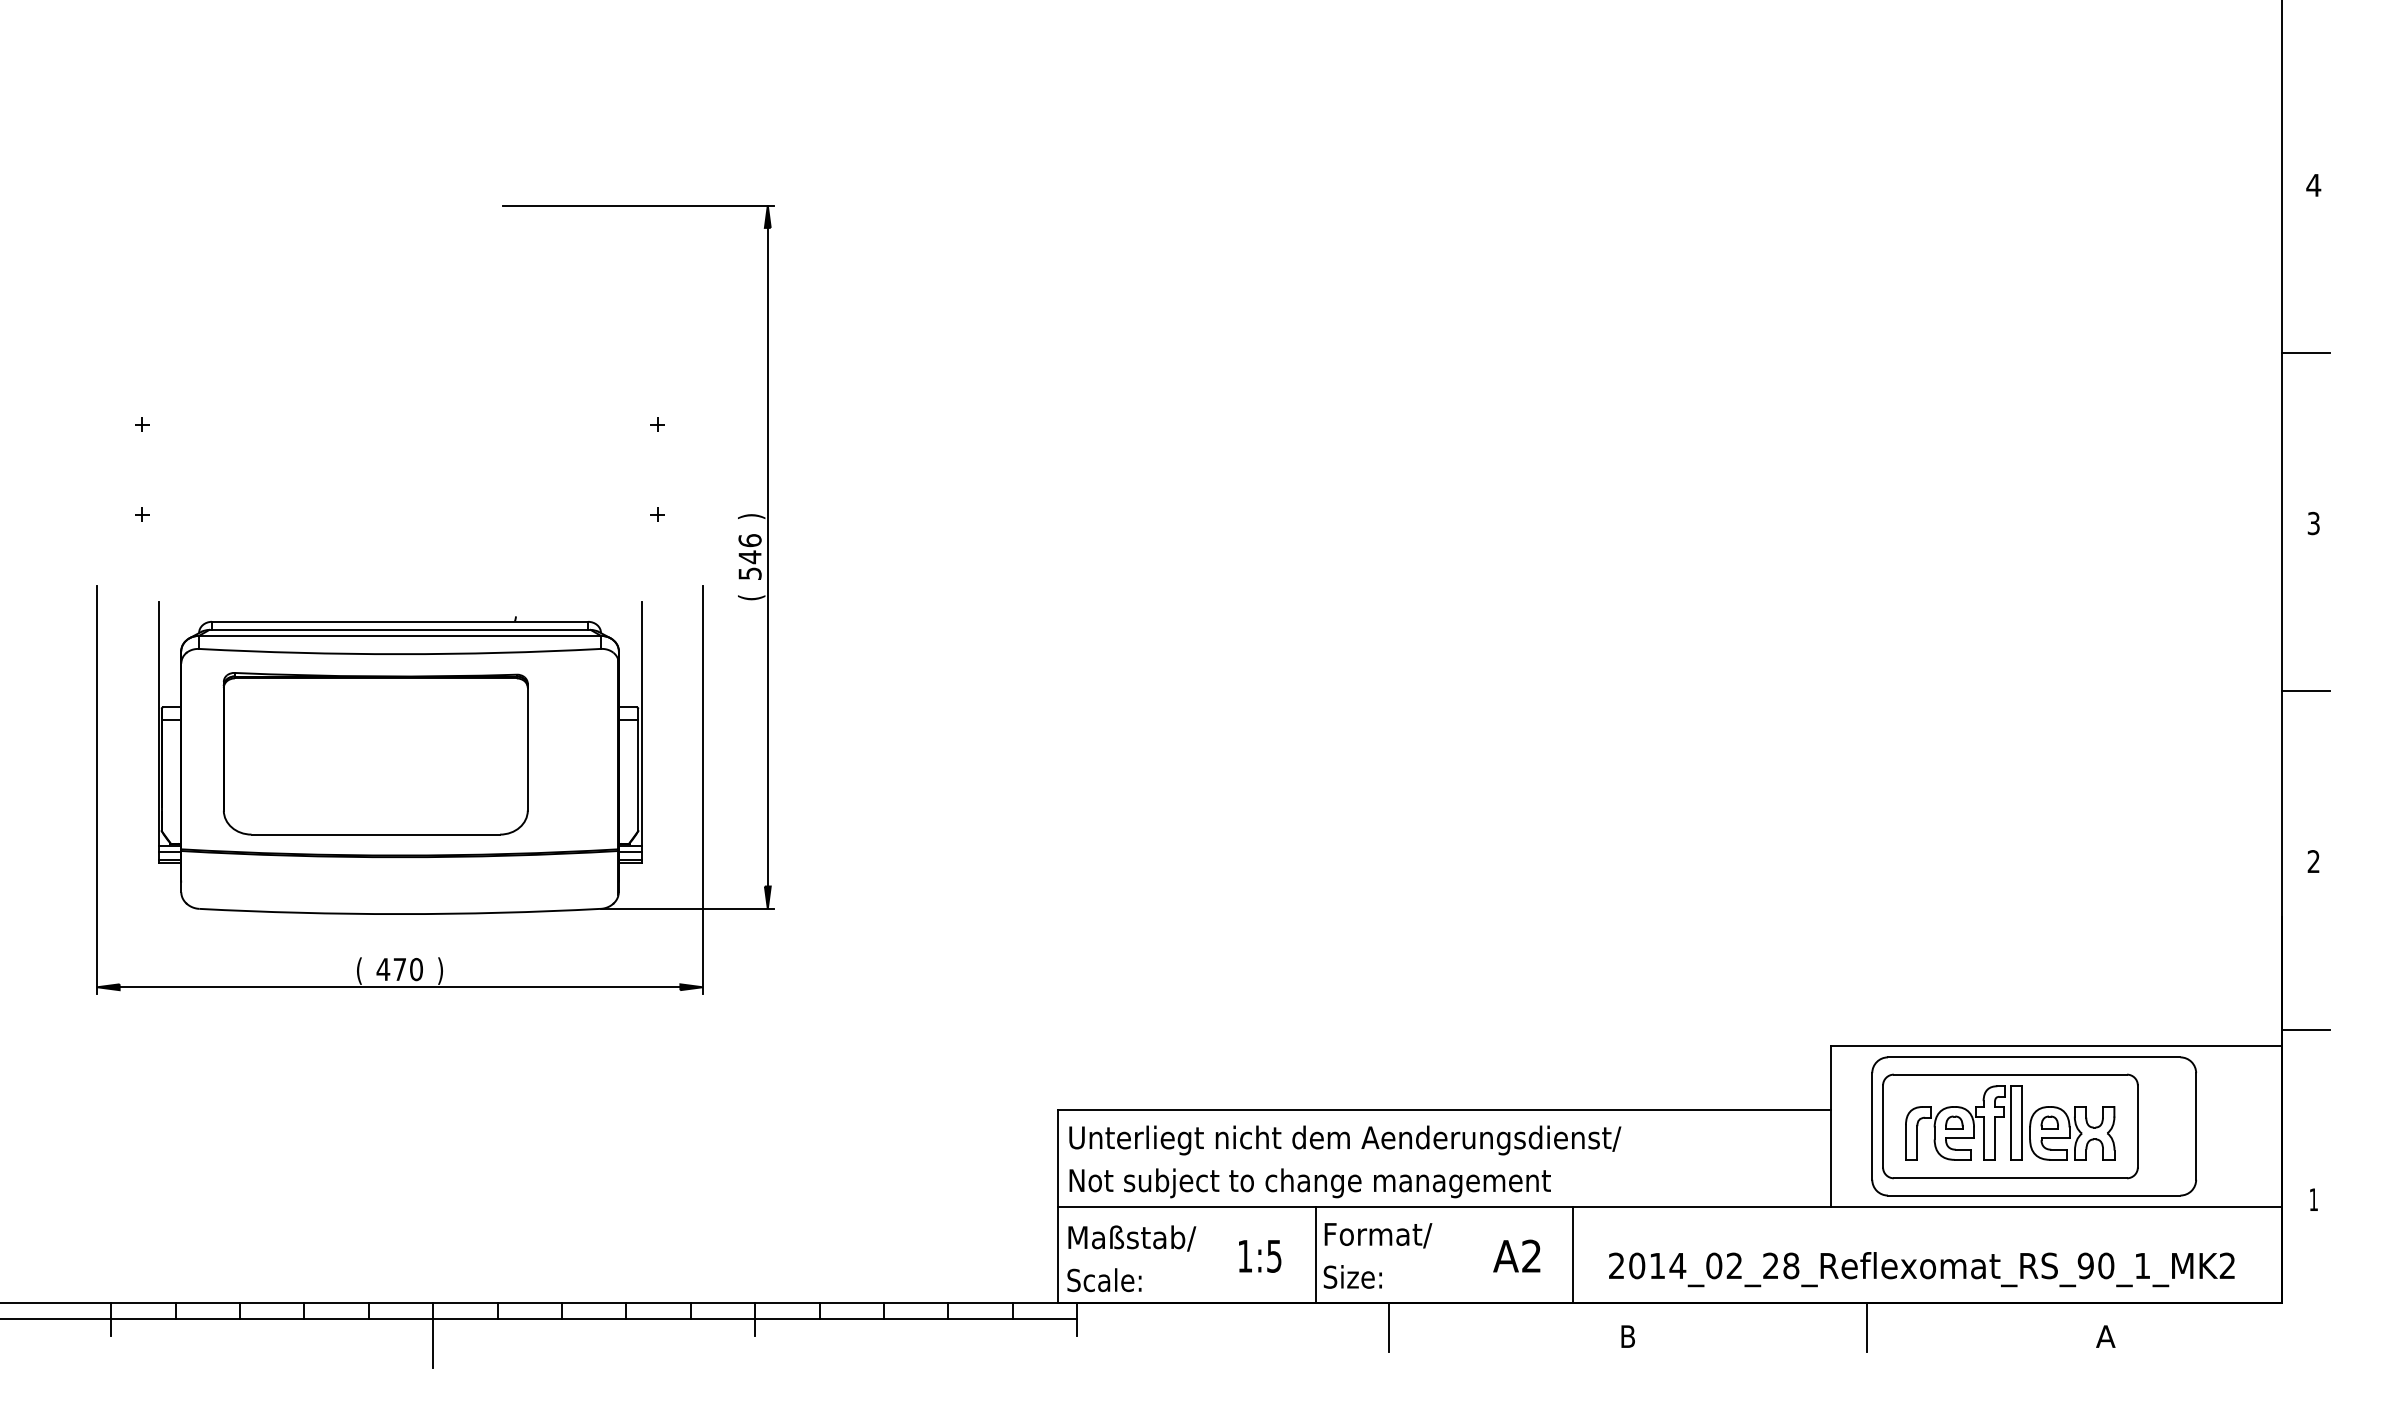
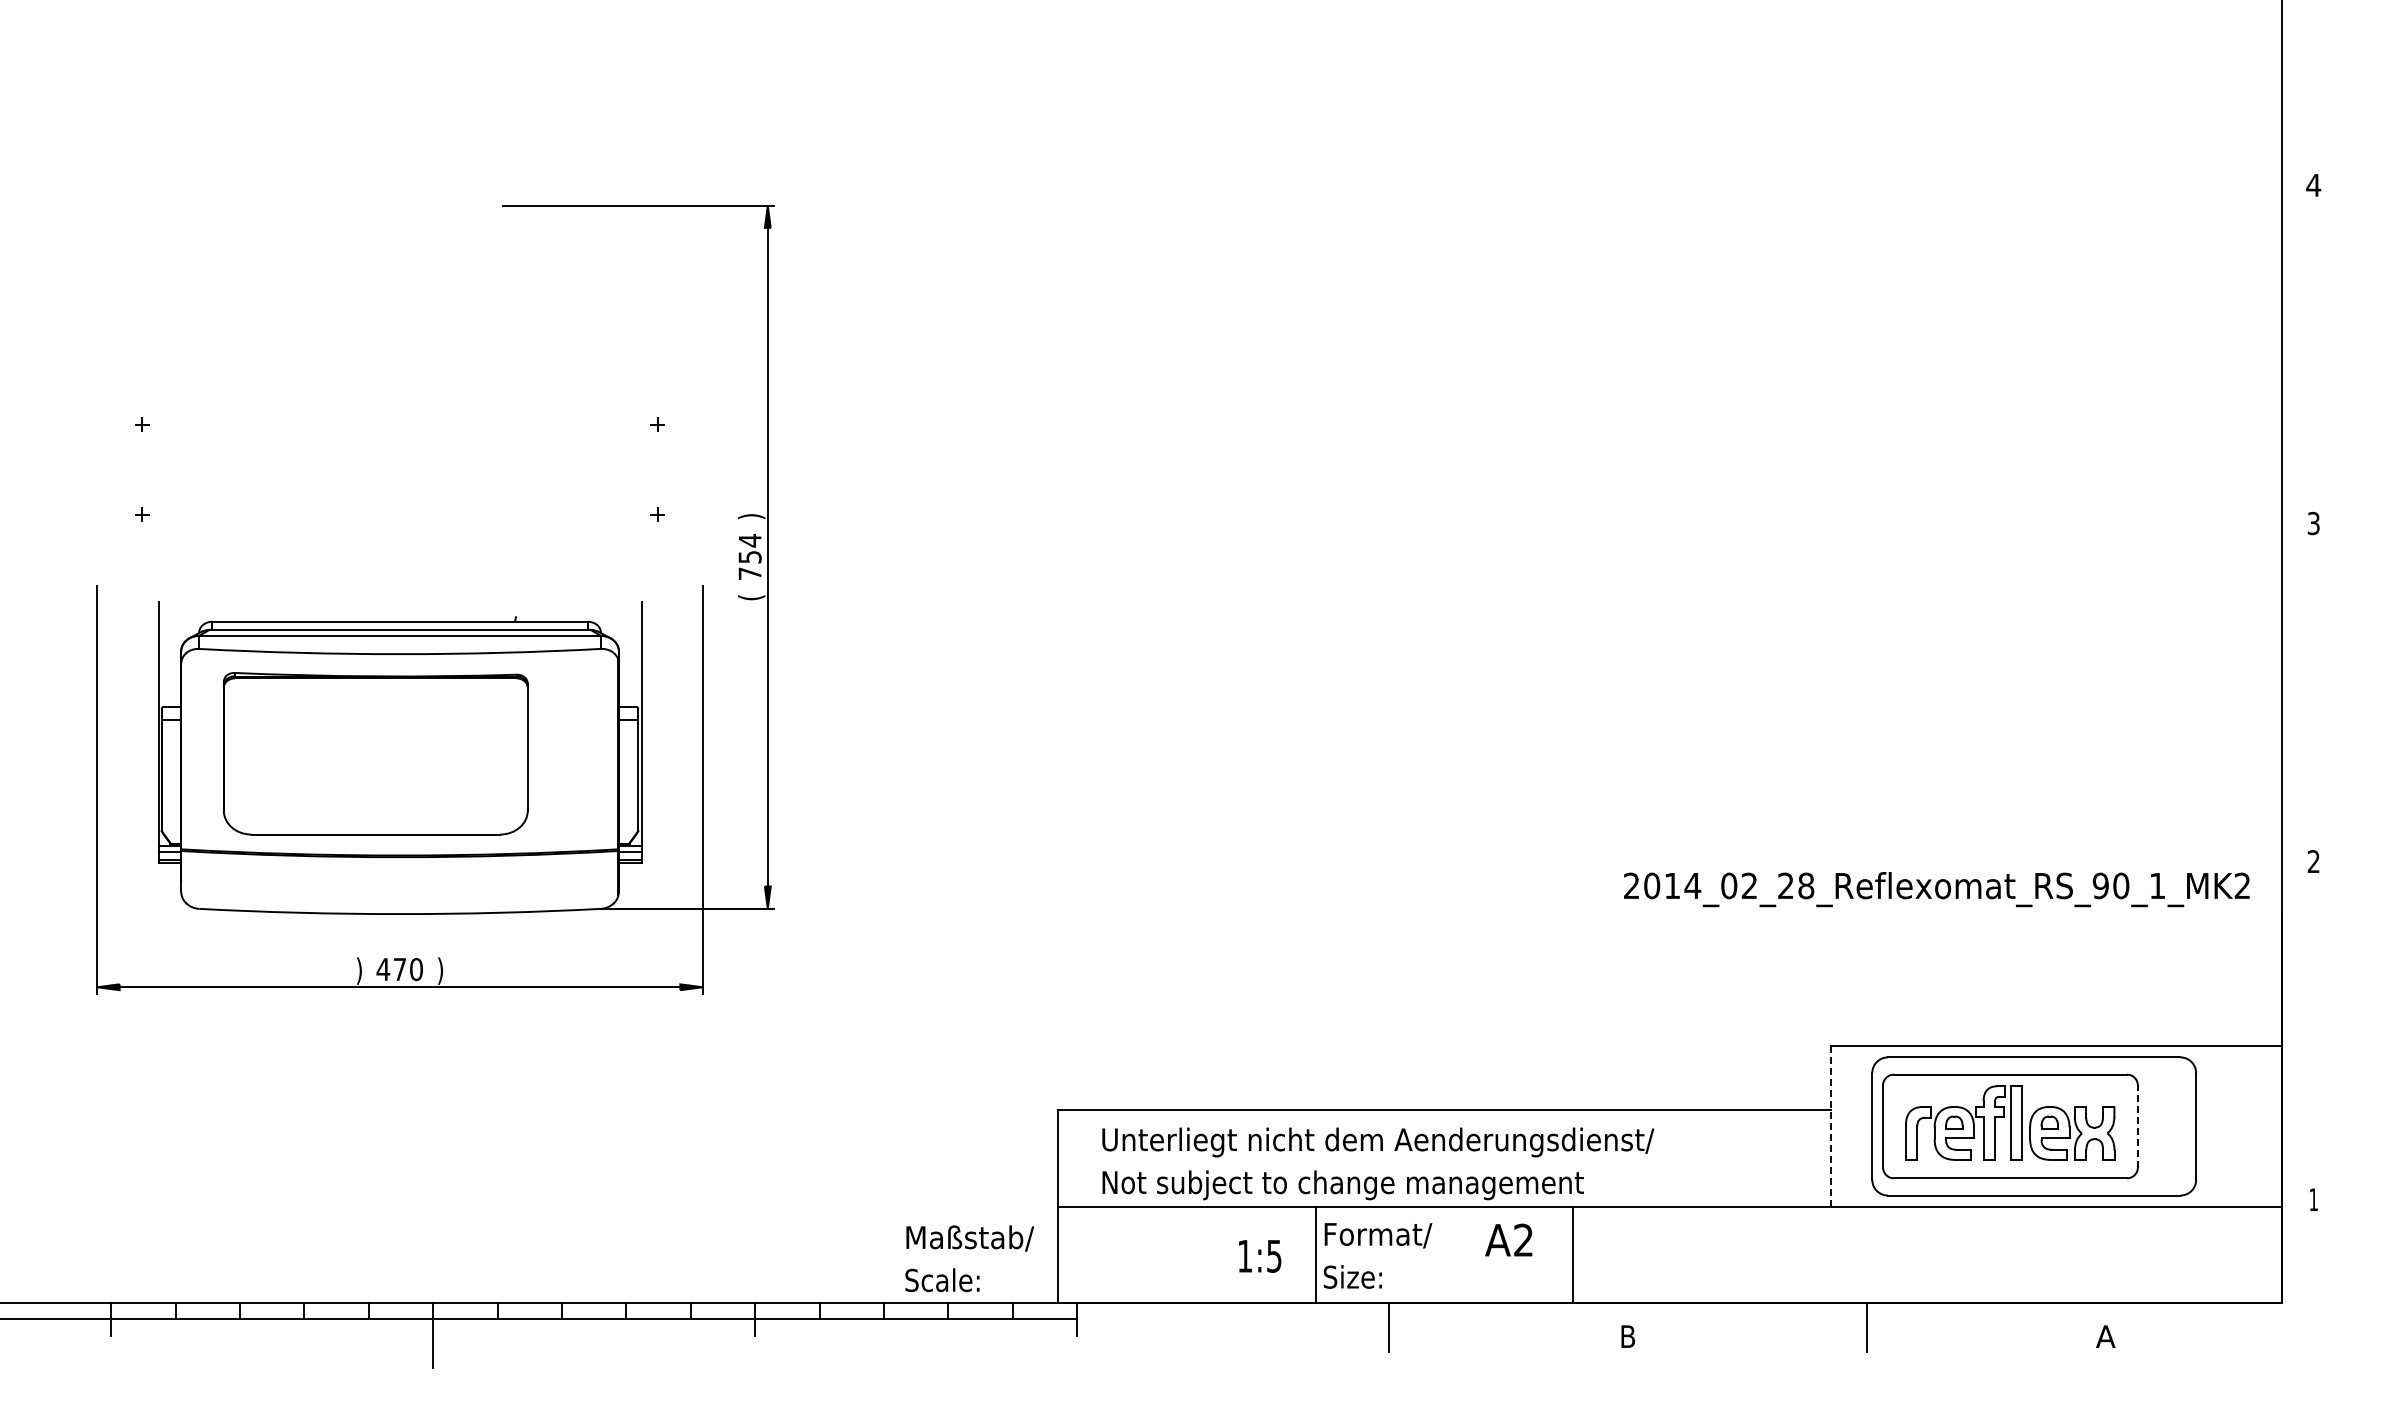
line at (2305, 353): present -> none
text at (749, 556): 546 -> 754
line at (2305, 691): present -> none
text at (359, 970): ( -> )
line at (2305, 1029): present -> none
line at (2137, 1125): solid -> dashed
line at (1830, 1126): solid -> dashed
text at (1345, 1161) position: (1345, 1161) -> (1378, 1163)
text at (1516, 1255) position: (1516, 1255) -> (1508, 1239)
text at (1131, 1258) position: (1131, 1258) -> (969, 1258)
text at (1921, 1269) position: (1921, 1269) -> (1936, 889)
